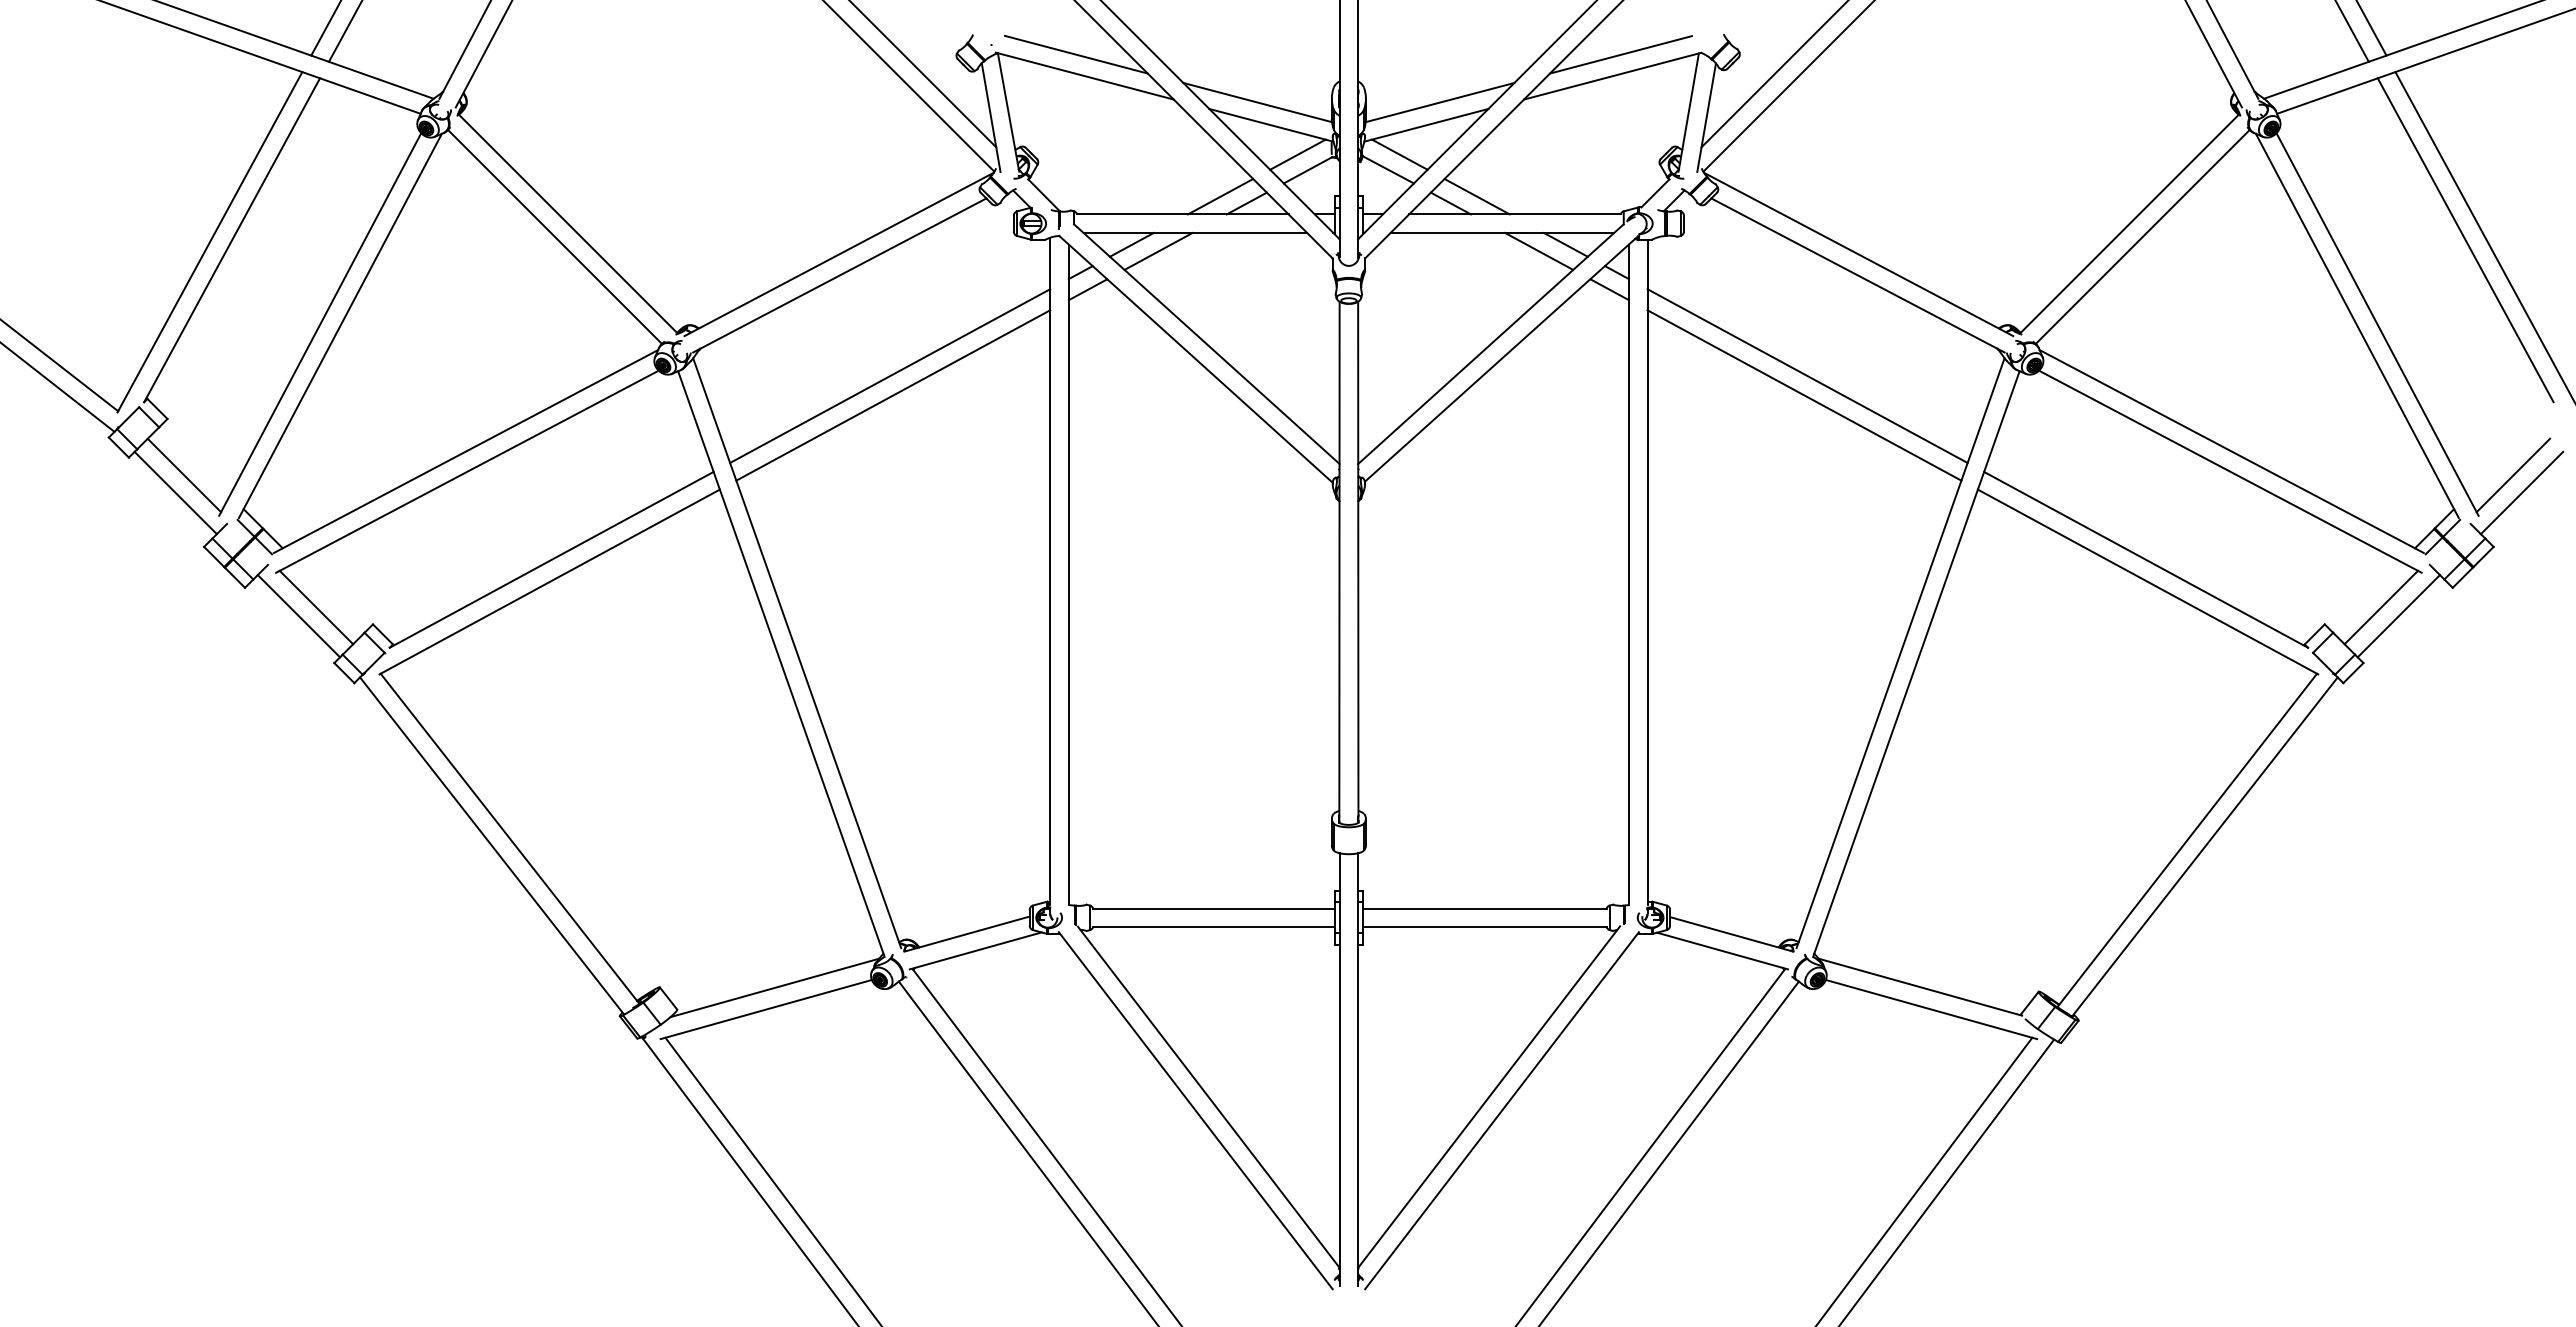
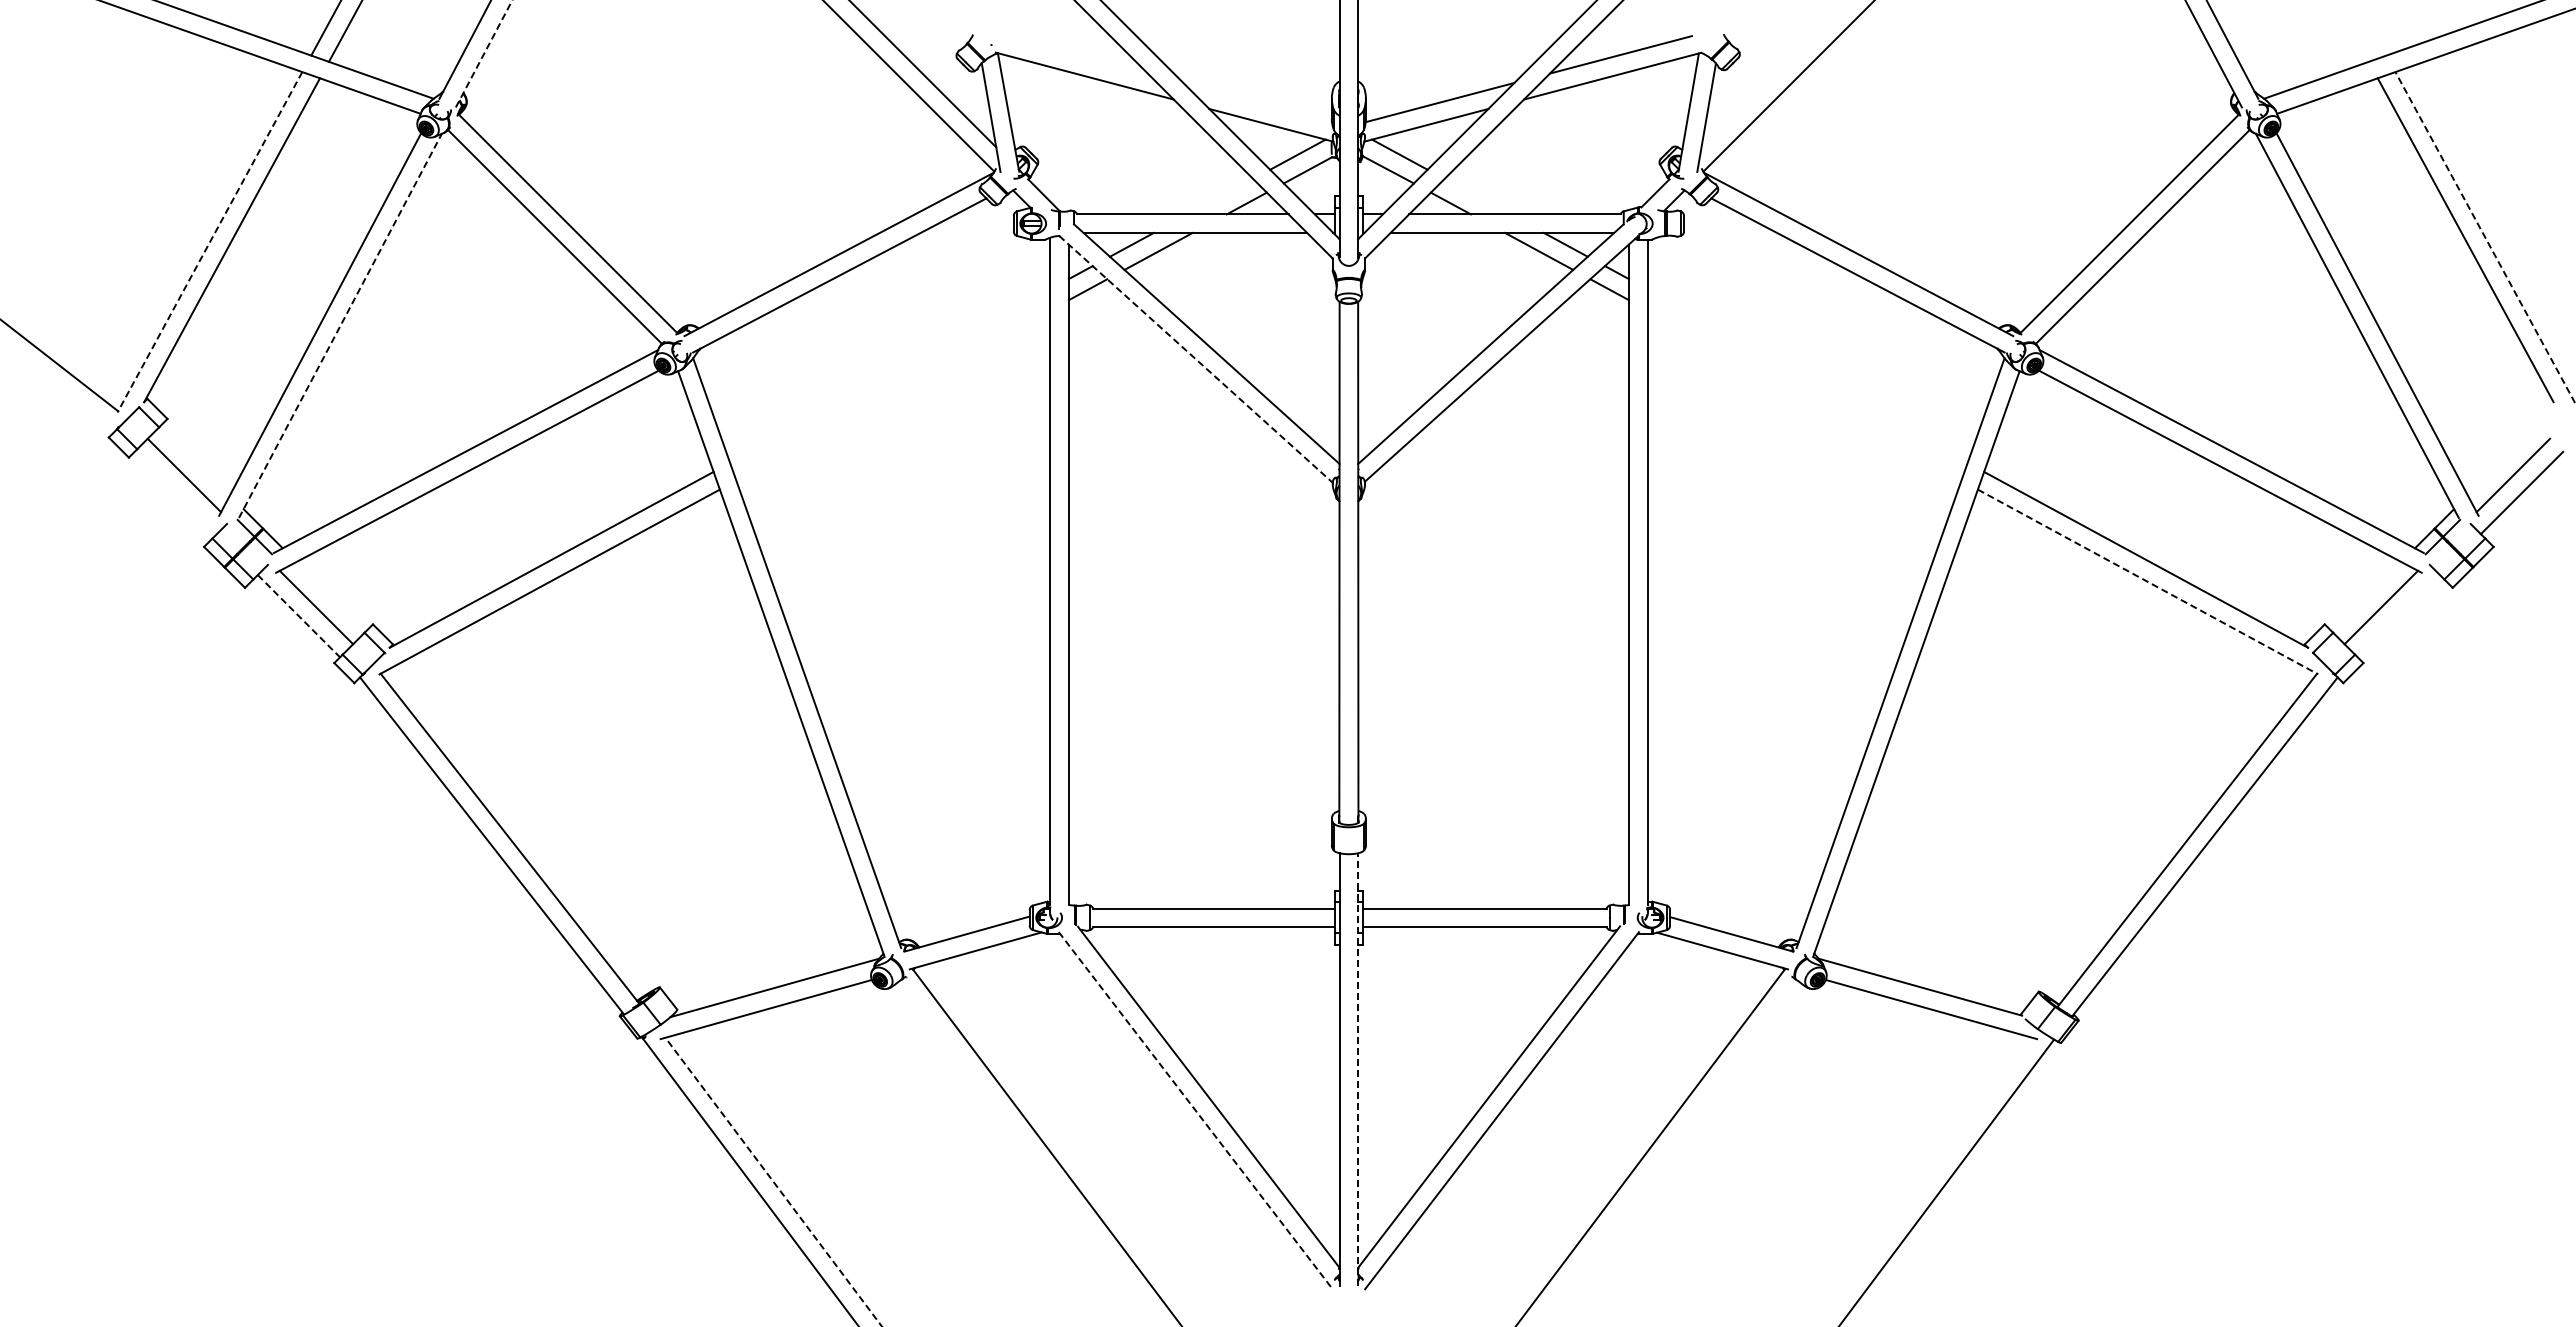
line at (2371, 28): present -> none
line at (2352, 31): present -> none
line at (484, 53): solid -> dashed
line at (1075, 54): present -> none
line at (1773, 74): present -> none
line at (1257, 102): present -> none
line at (1220, 196): present -> none
line at (1476, 196): present -> none
line at (2485, 237): solid -> dashed
line at (209, 242): solid -> dashed
line at (340, 325): solid -> dashed
line at (1196, 359): solid -> dashed
line at (890, 375): present -> none
line at (1807, 375): present -> none
line at (58, 387): present -> none
line at (893, 395): present -> none
line at (1804, 395): present -> none
line at (175, 492): present -> none
line at (2148, 582): solid -> dashed
line at (299, 616): solid -> dashed
line at (2398, 616): present -> none
line at (1358, 1069): solid -> dashed
line at (1196, 1111): solid -> dashed
line at (1027, 1152): present -> none
line at (1669, 1152): present -> none
line at (1925, 1180): present -> none
line at (773, 1181): solid -> dashed
